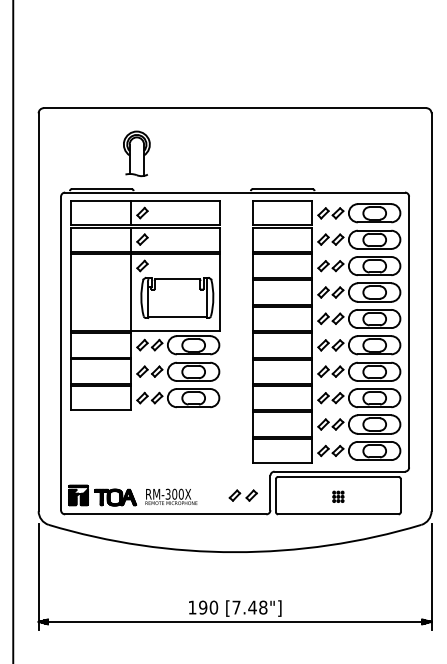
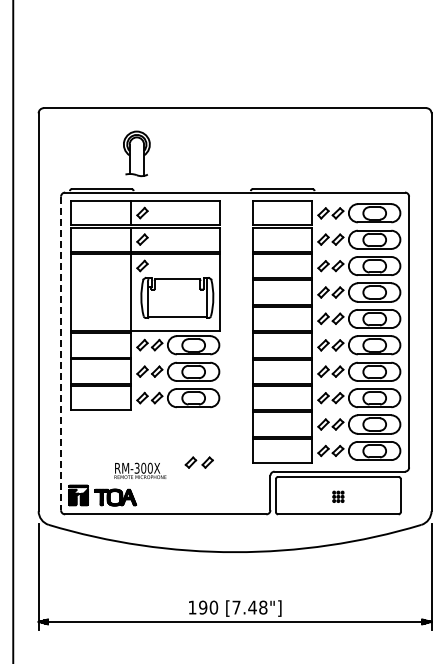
line at (61, 353): solid -> dashed
part at (242, 495) position: (242, 495) -> (198, 462)
text at (171, 496) position: (171, 496) -> (140, 470)
